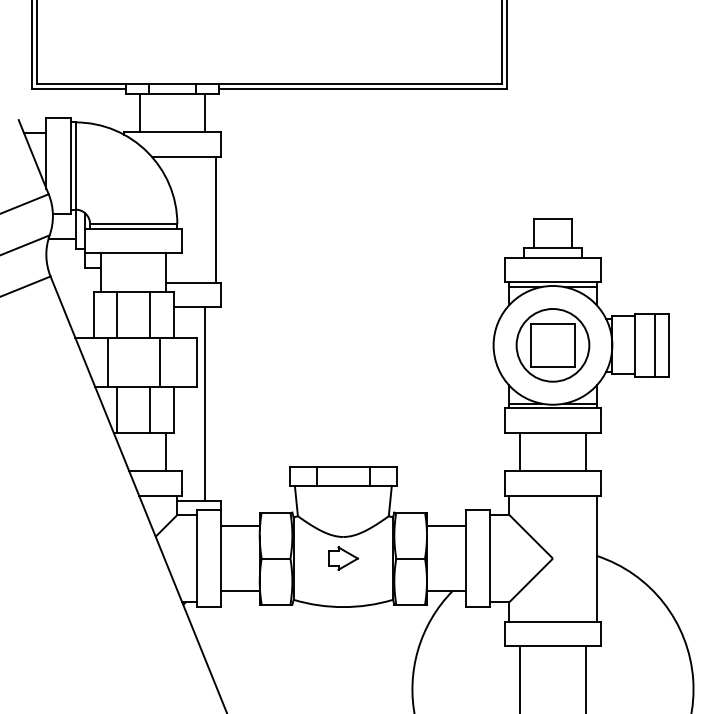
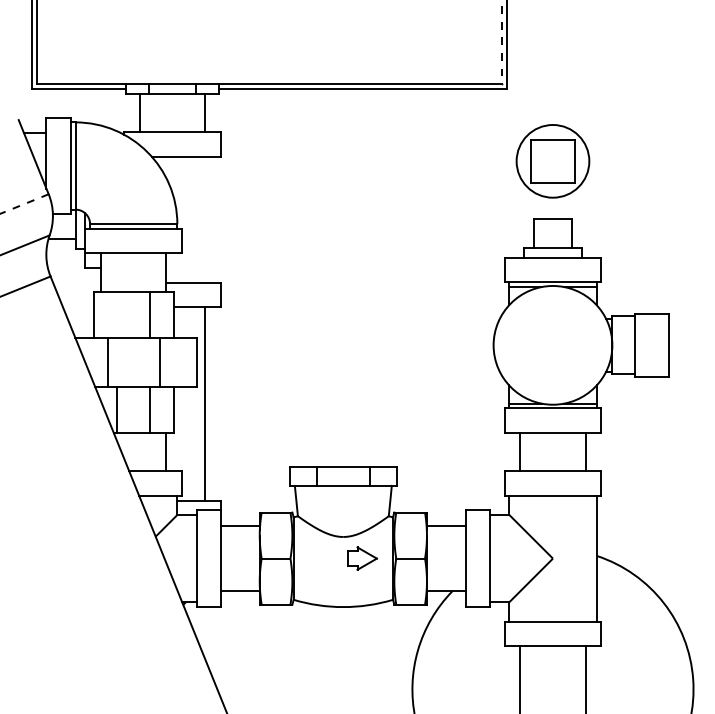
line at (502, 42): solid -> dashed
line at (24, 204): solid -> dashed
line at (216, 219): present -> none
line at (117, 315): present -> none
line at (654, 344): present -> none
part at (552, 345) position: (552, 345) -> (552, 161)
part at (343, 558) position: (343, 558) -> (362, 558)
